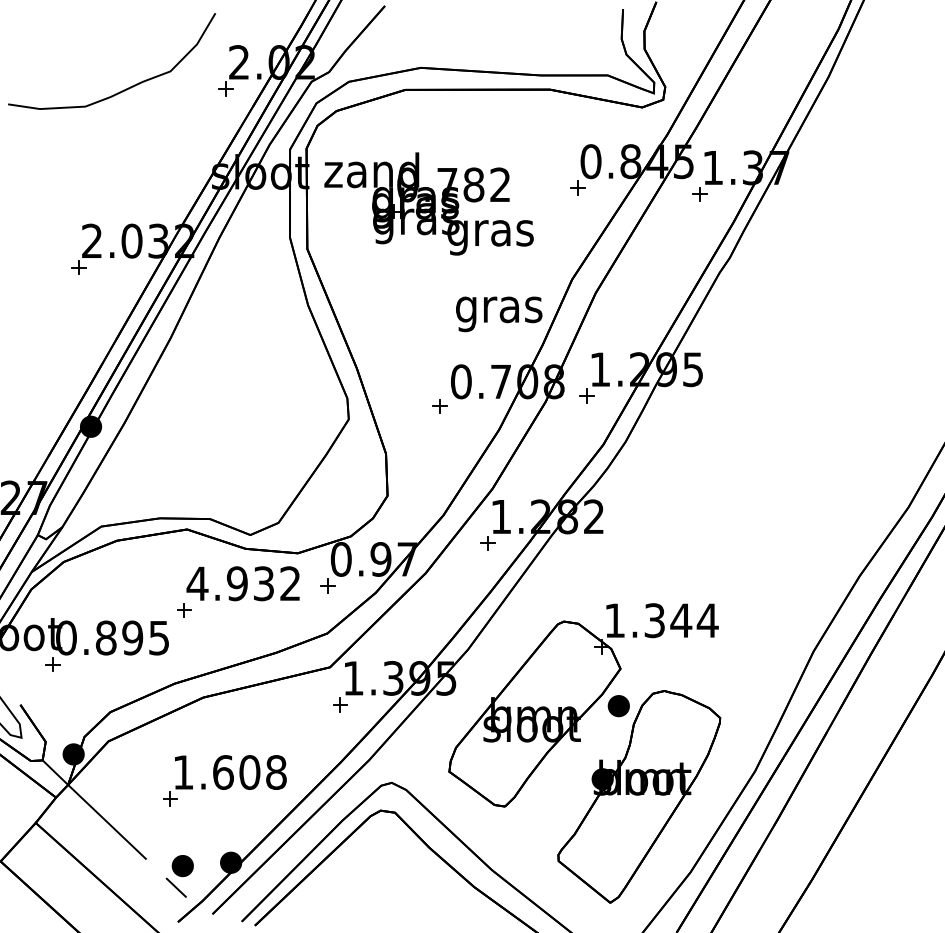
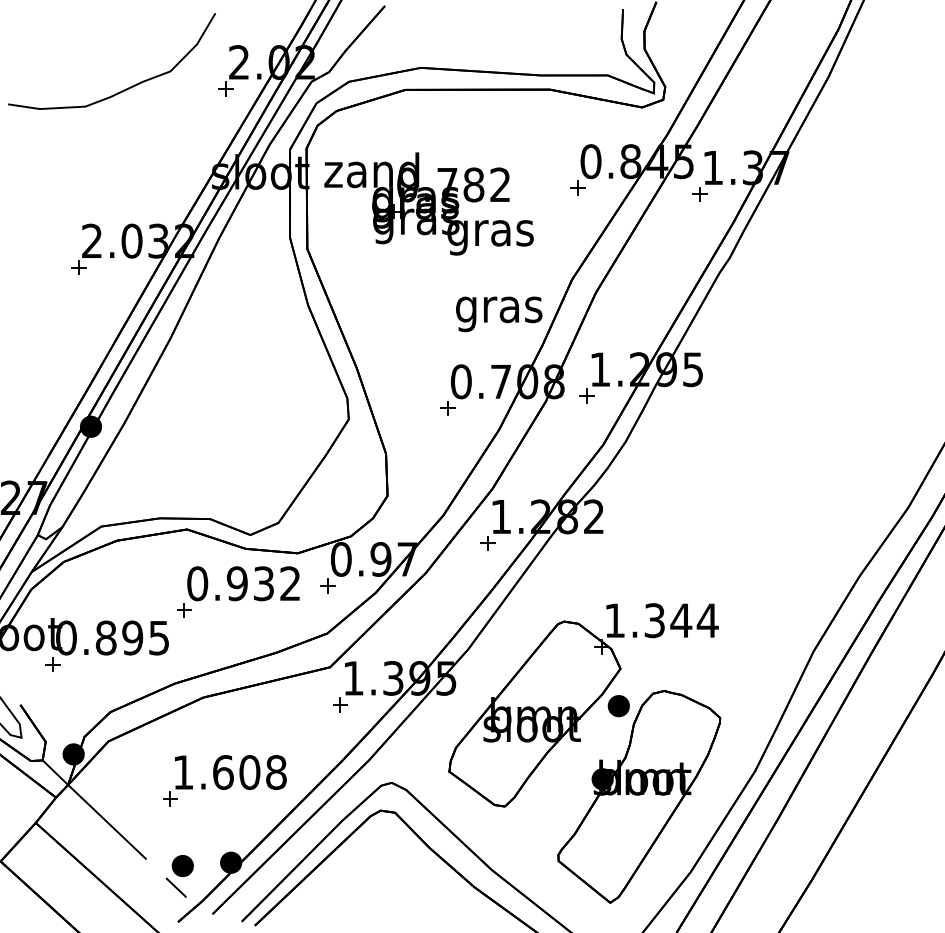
part at (439, 406) position: (439, 406) -> (447, 408)
text at (197, 583): 4.932 -> 0.932
